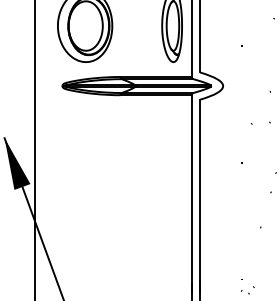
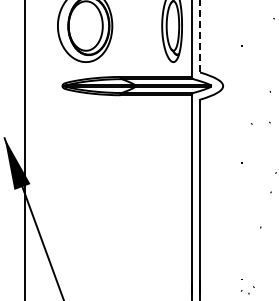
line at (200, 36): solid -> dashed
line at (35, 149) position: (35, 149) -> (25, 149)
